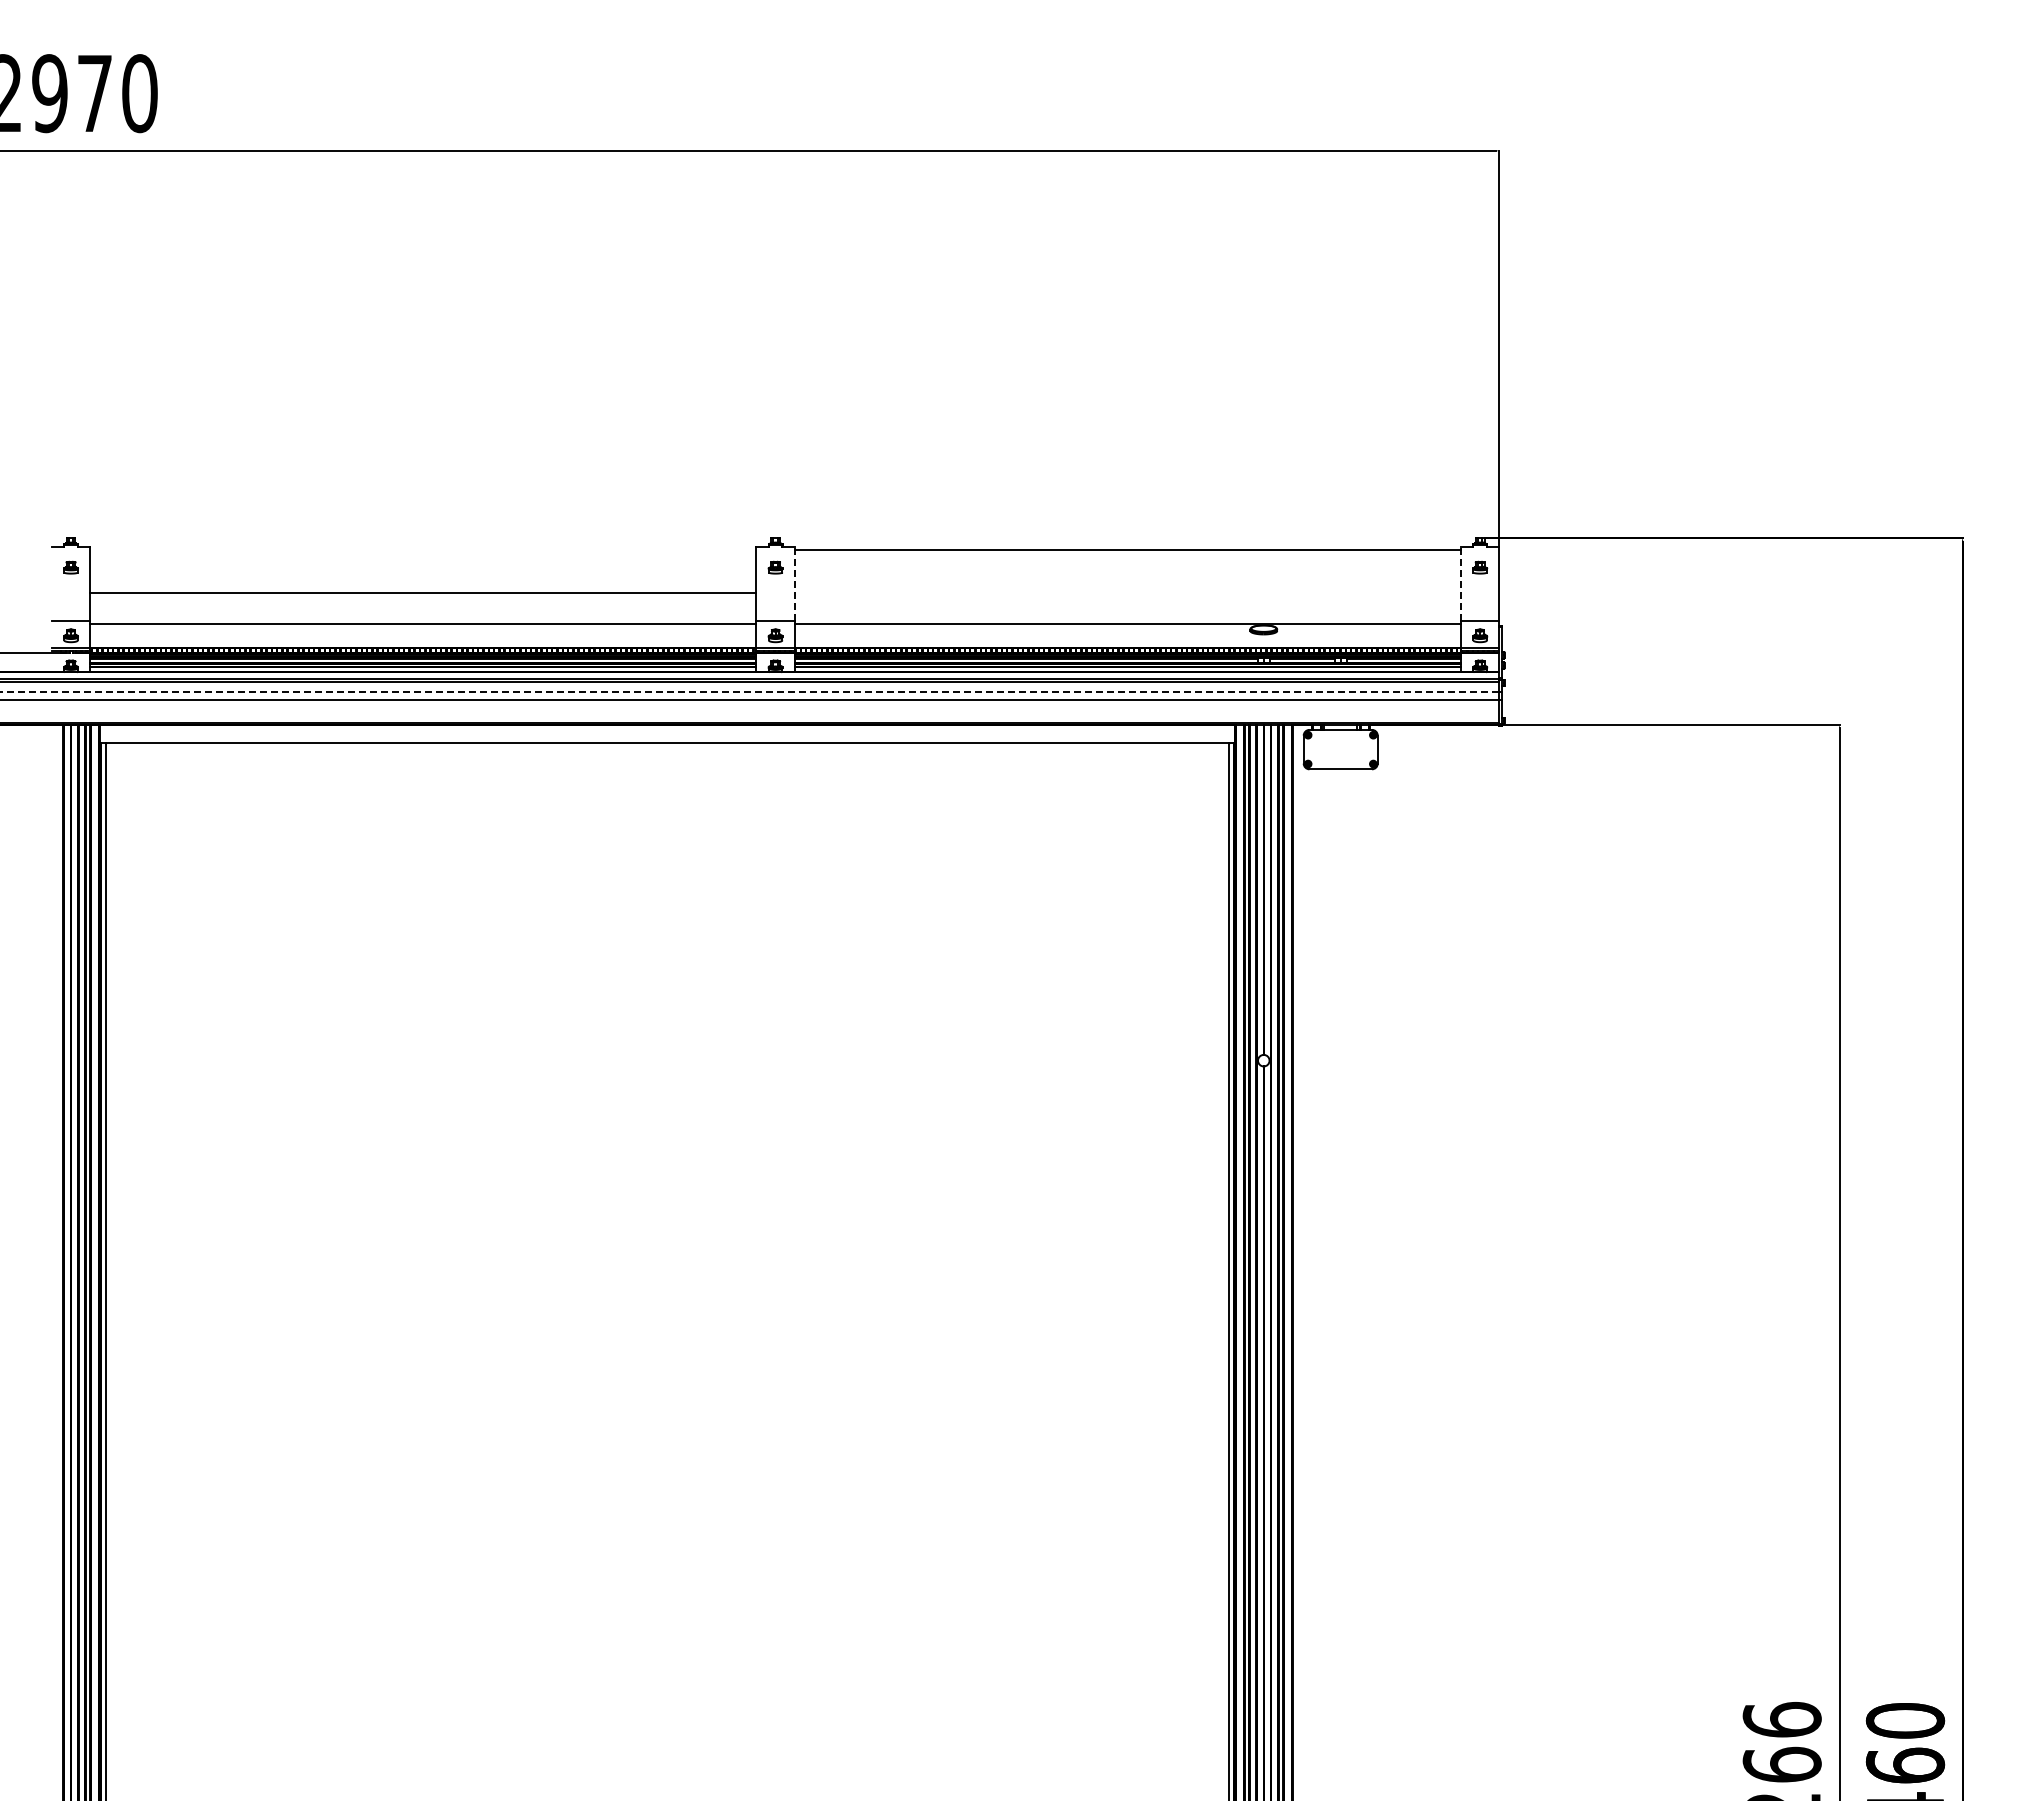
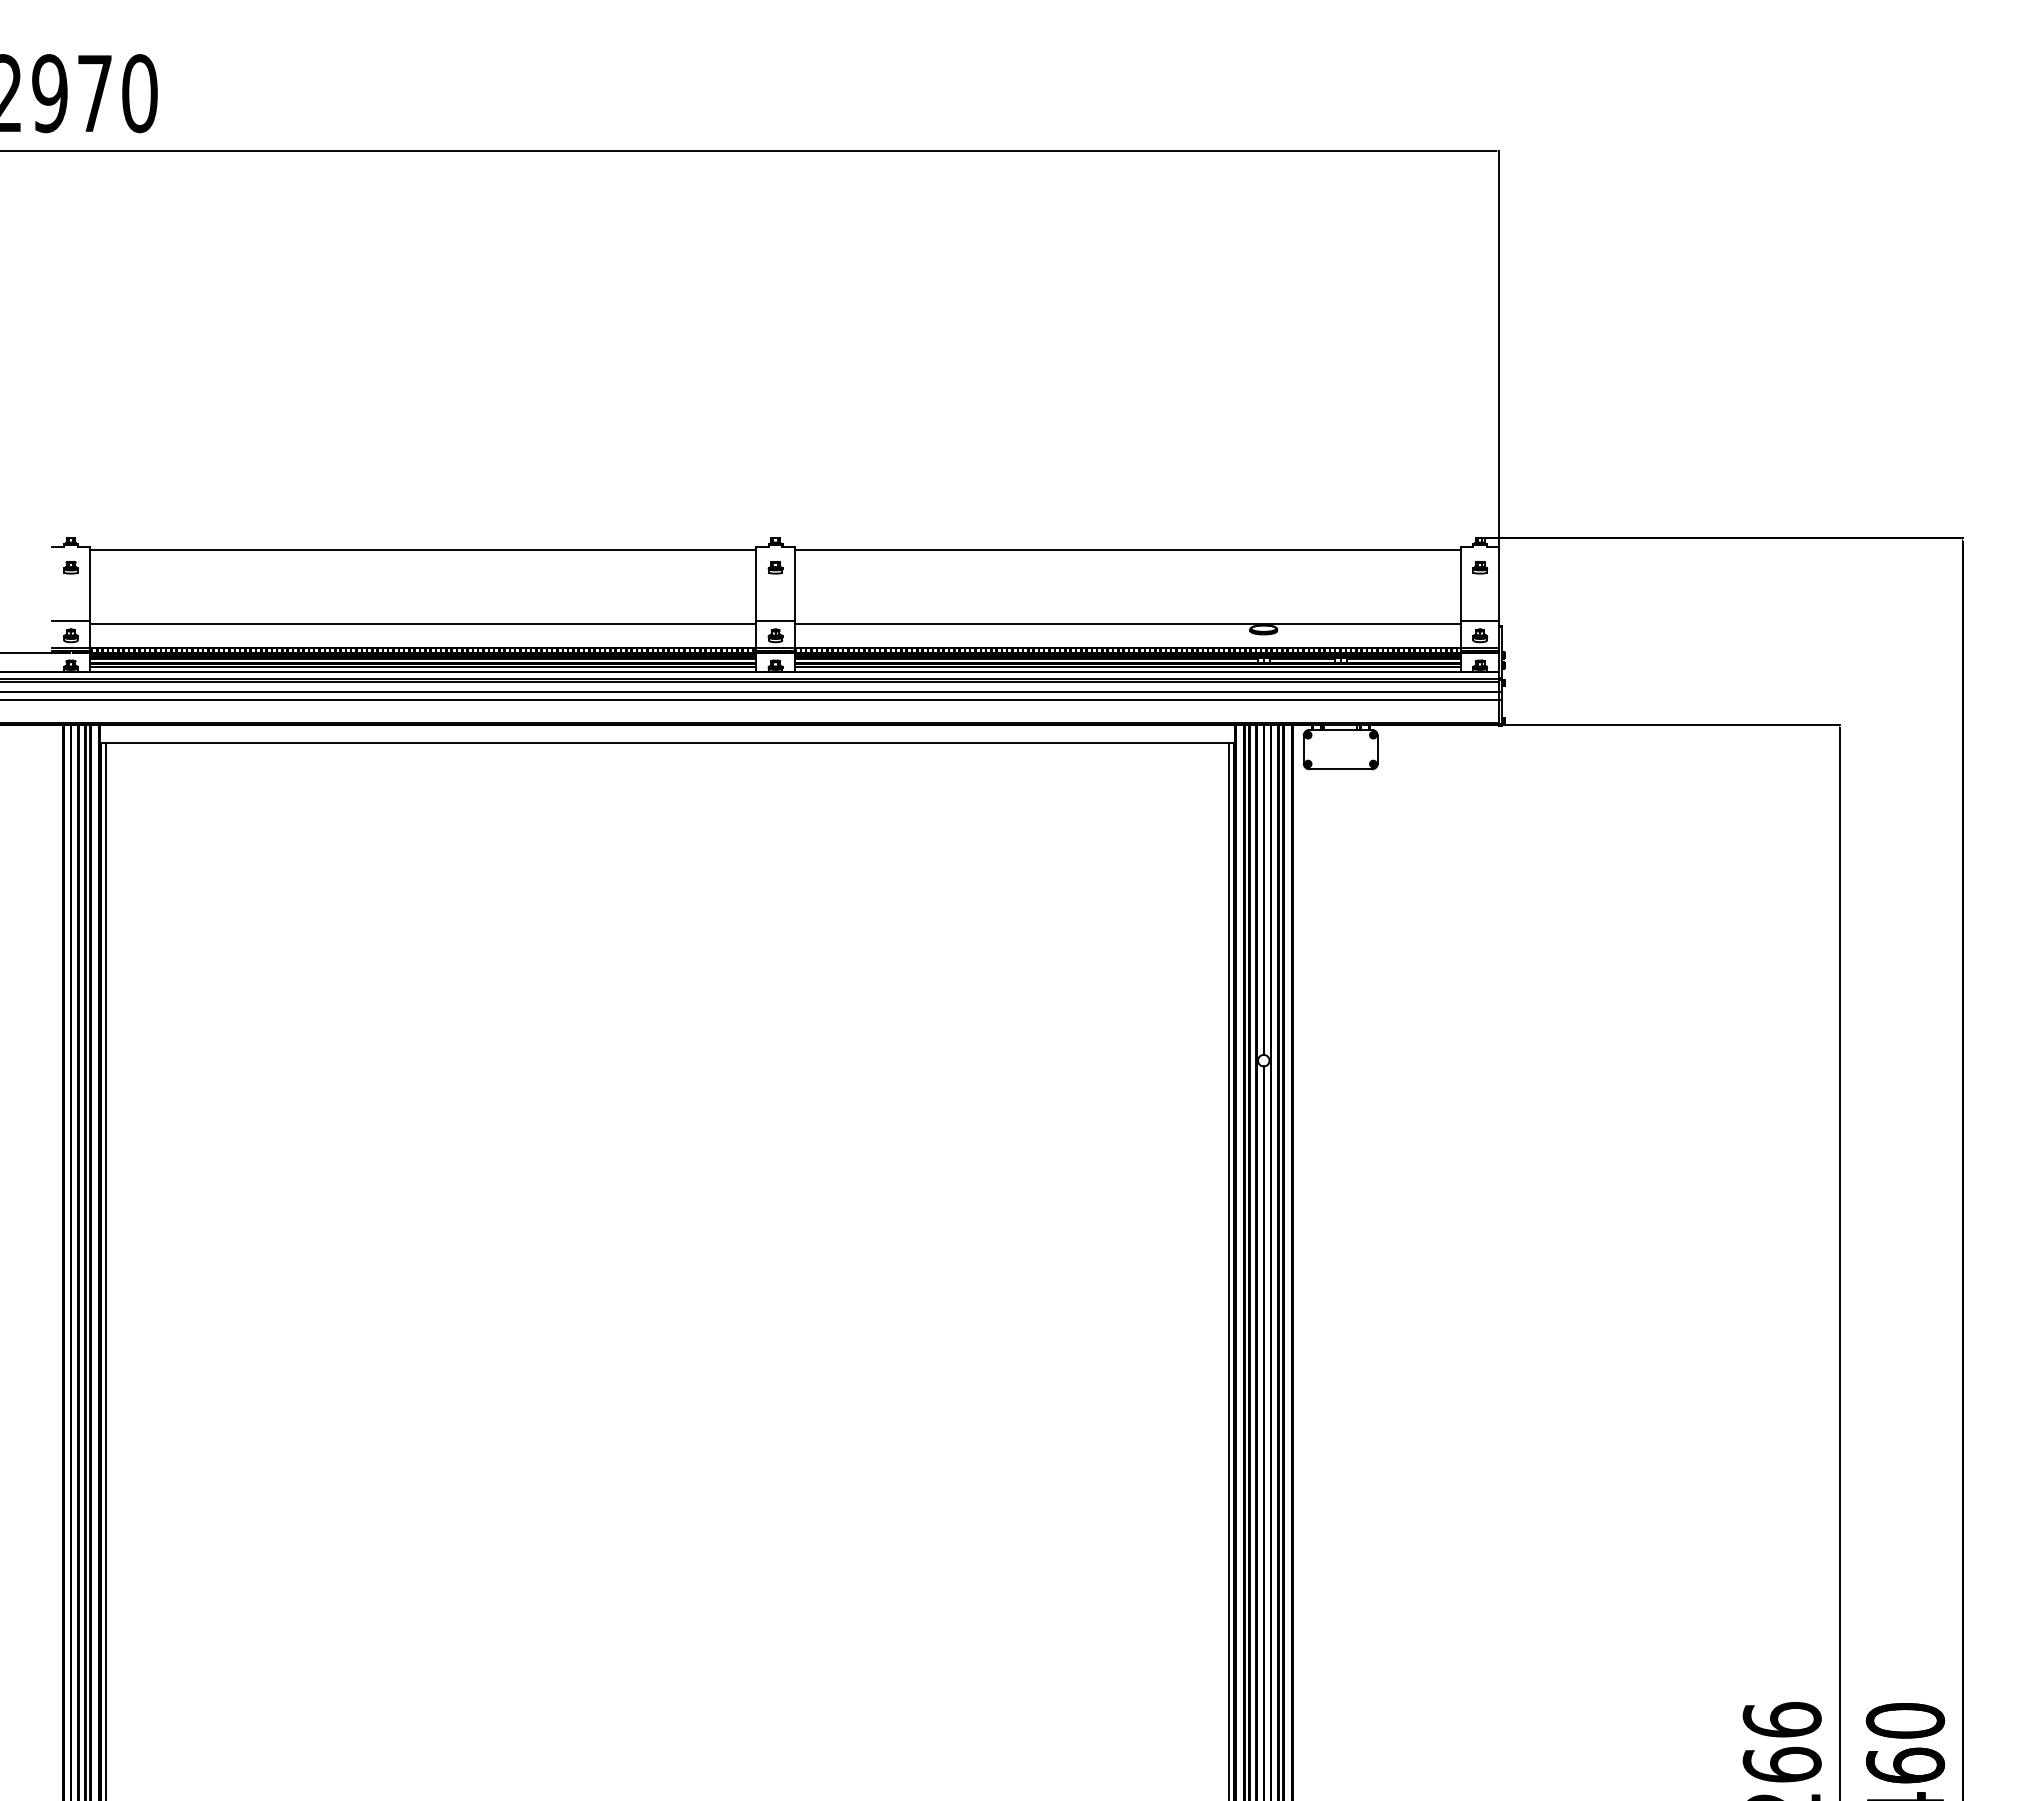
line at (794, 583): dashed -> solid
line at (1460, 583): dashed -> solid
line at (423, 592) position: (423, 592) -> (423, 549)
line at (750, 691): dashed -> solid
